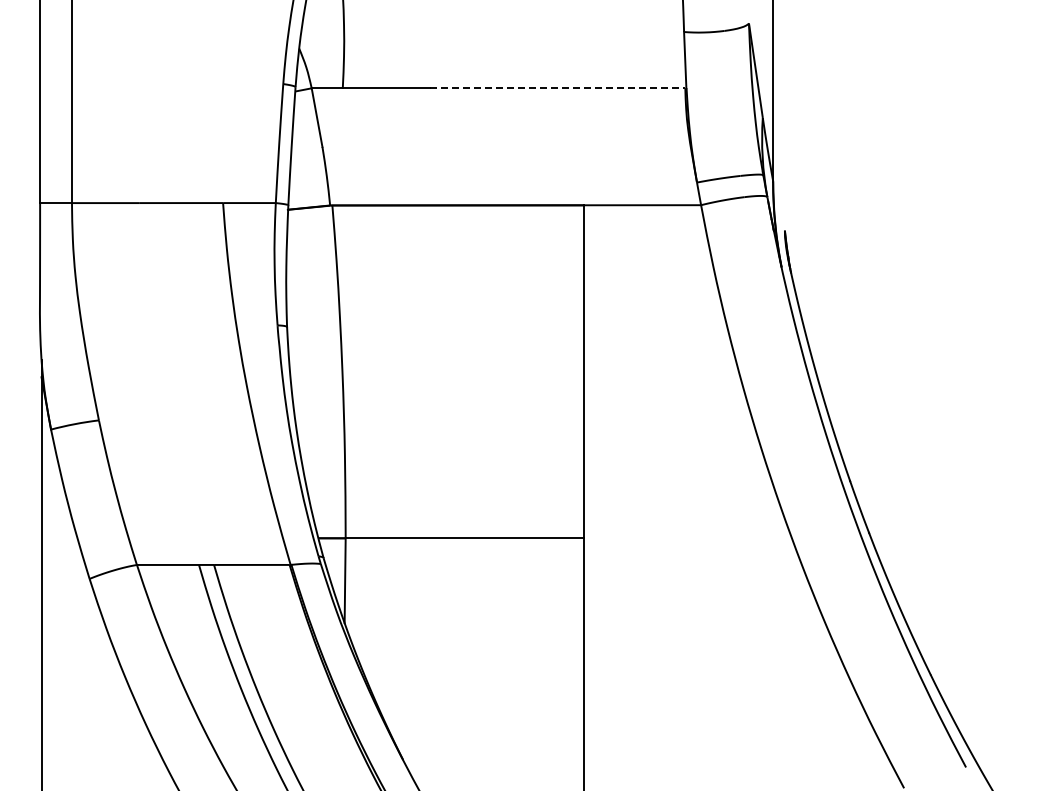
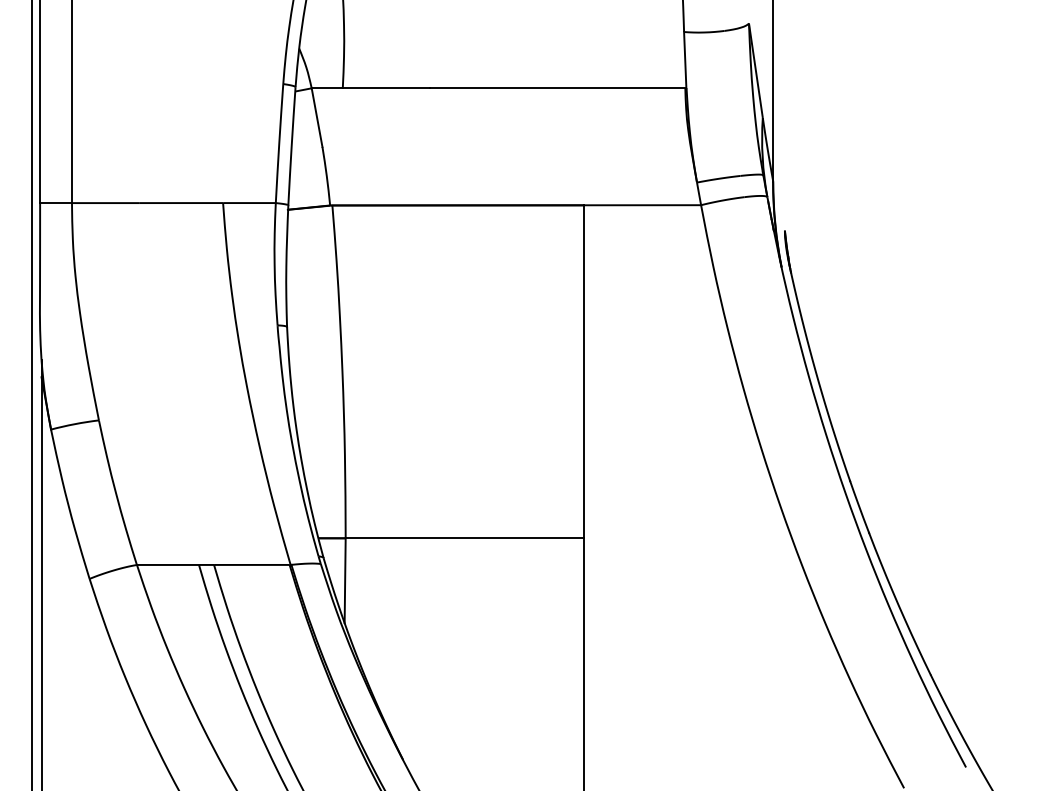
line at (557, 88): dashed -> solid
line at (31, 394): none -> present
